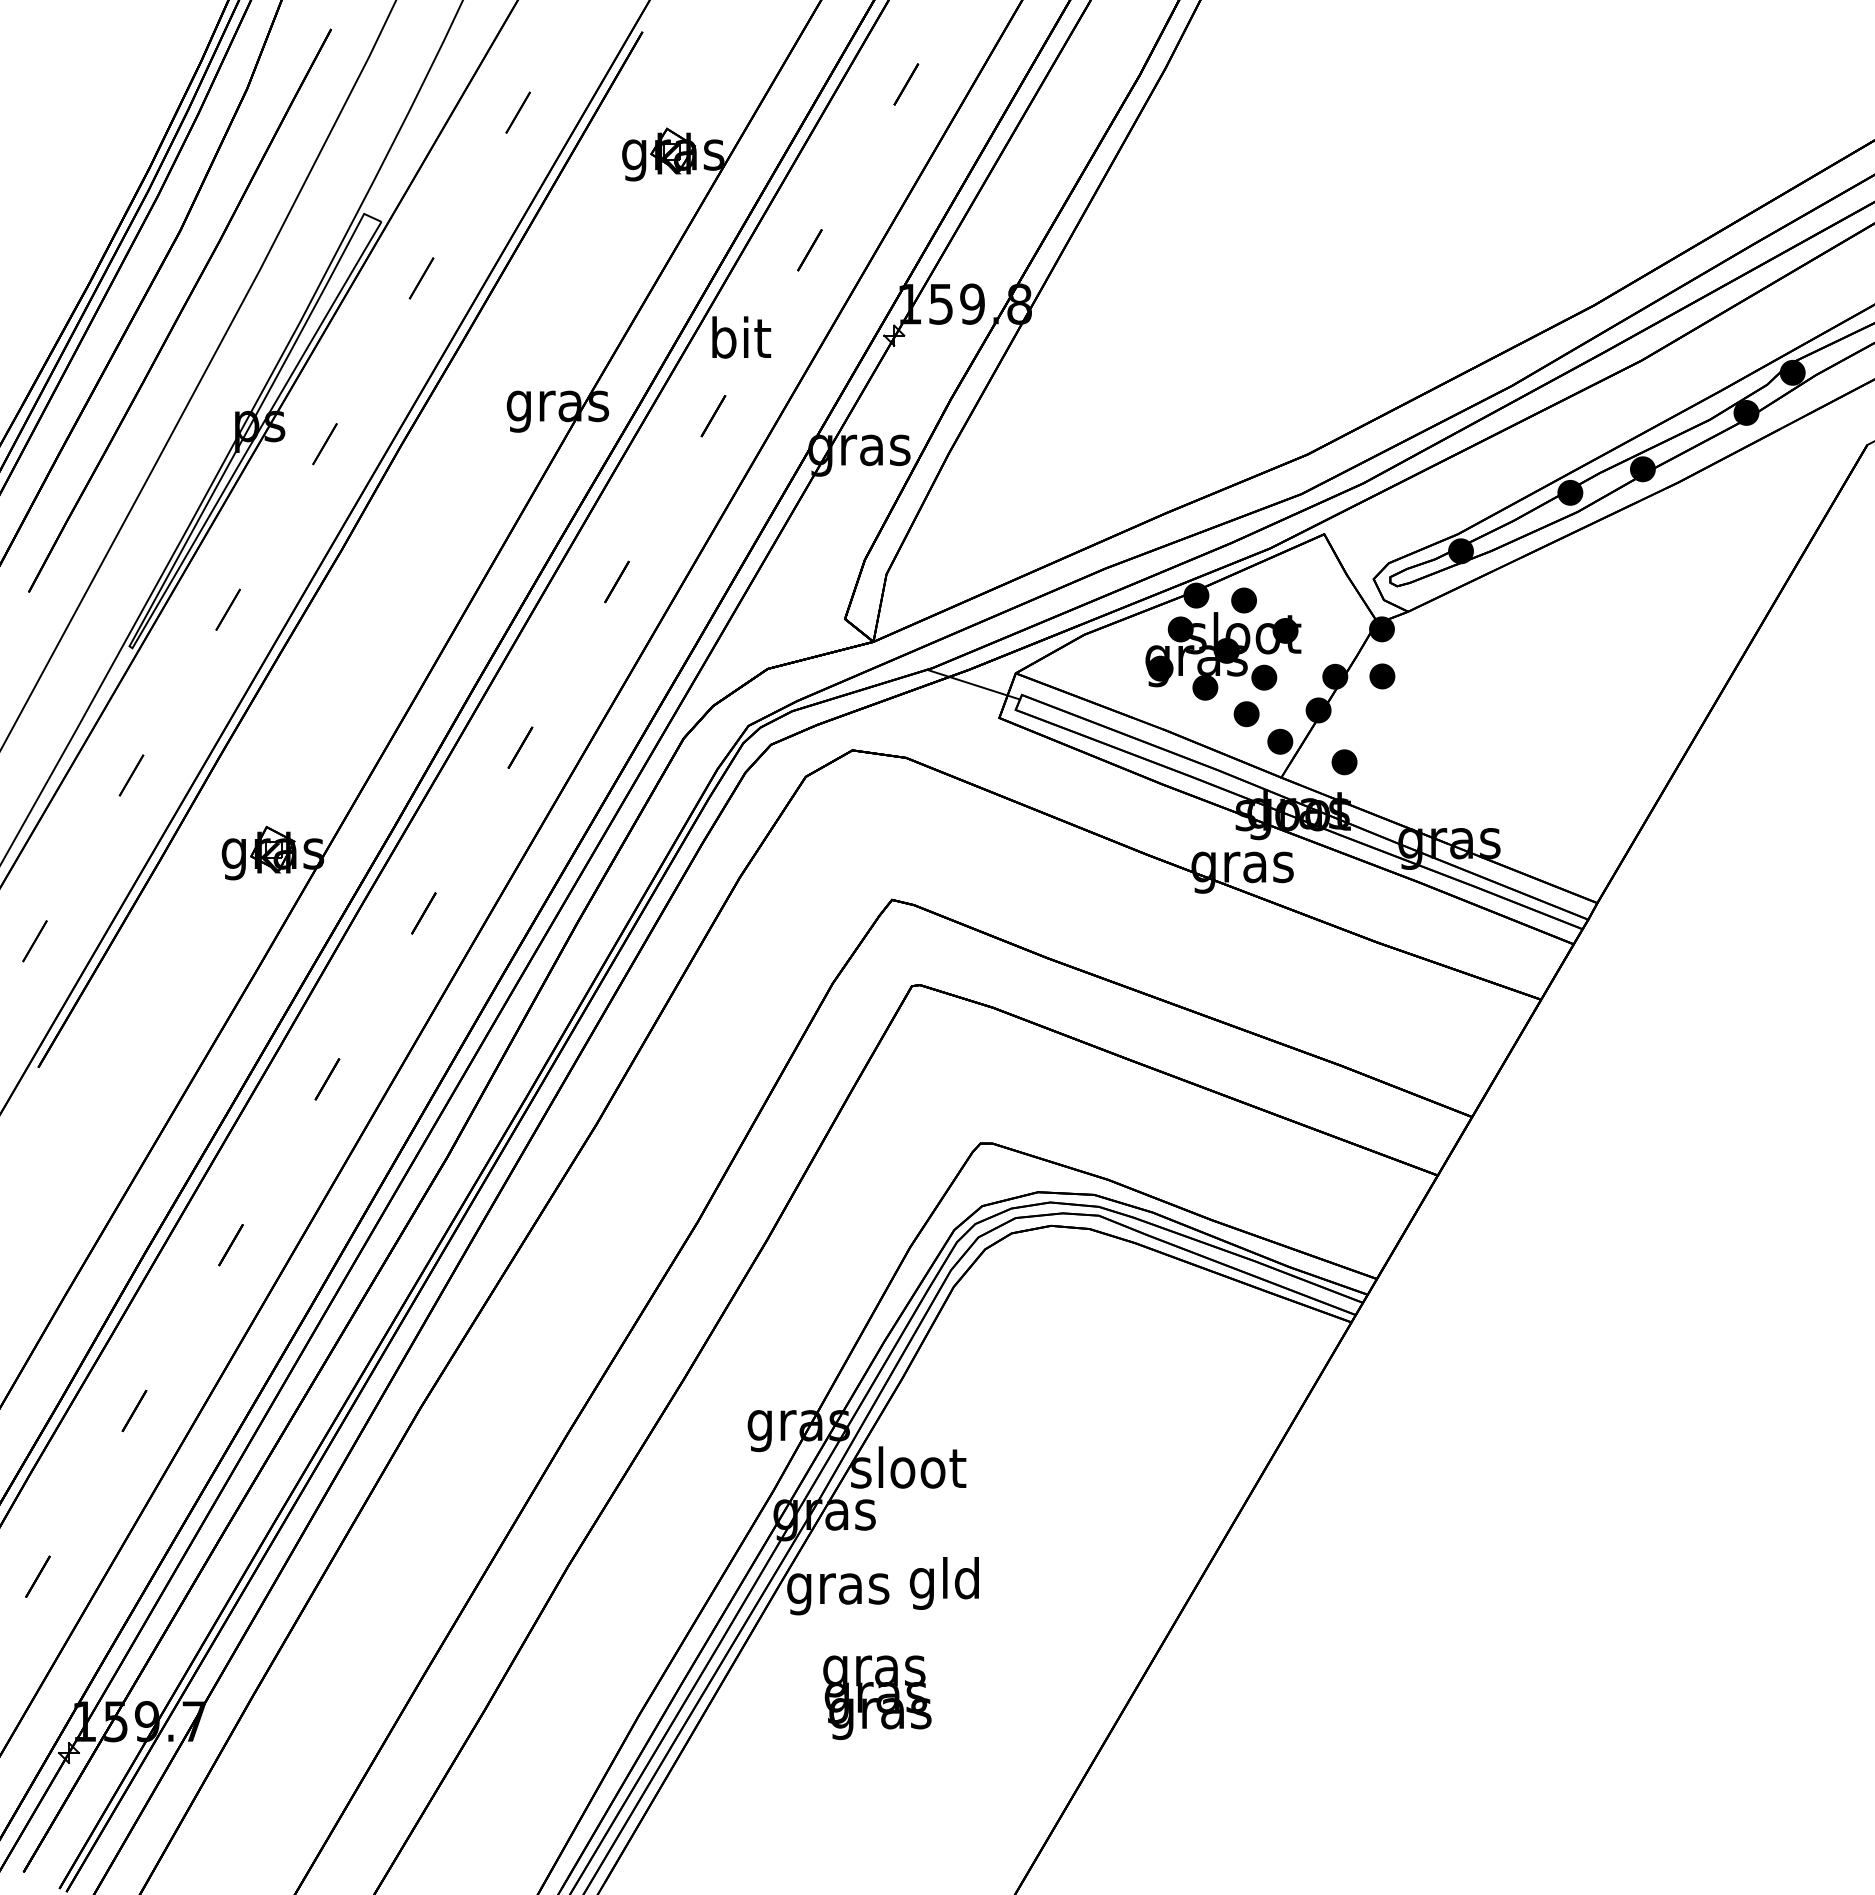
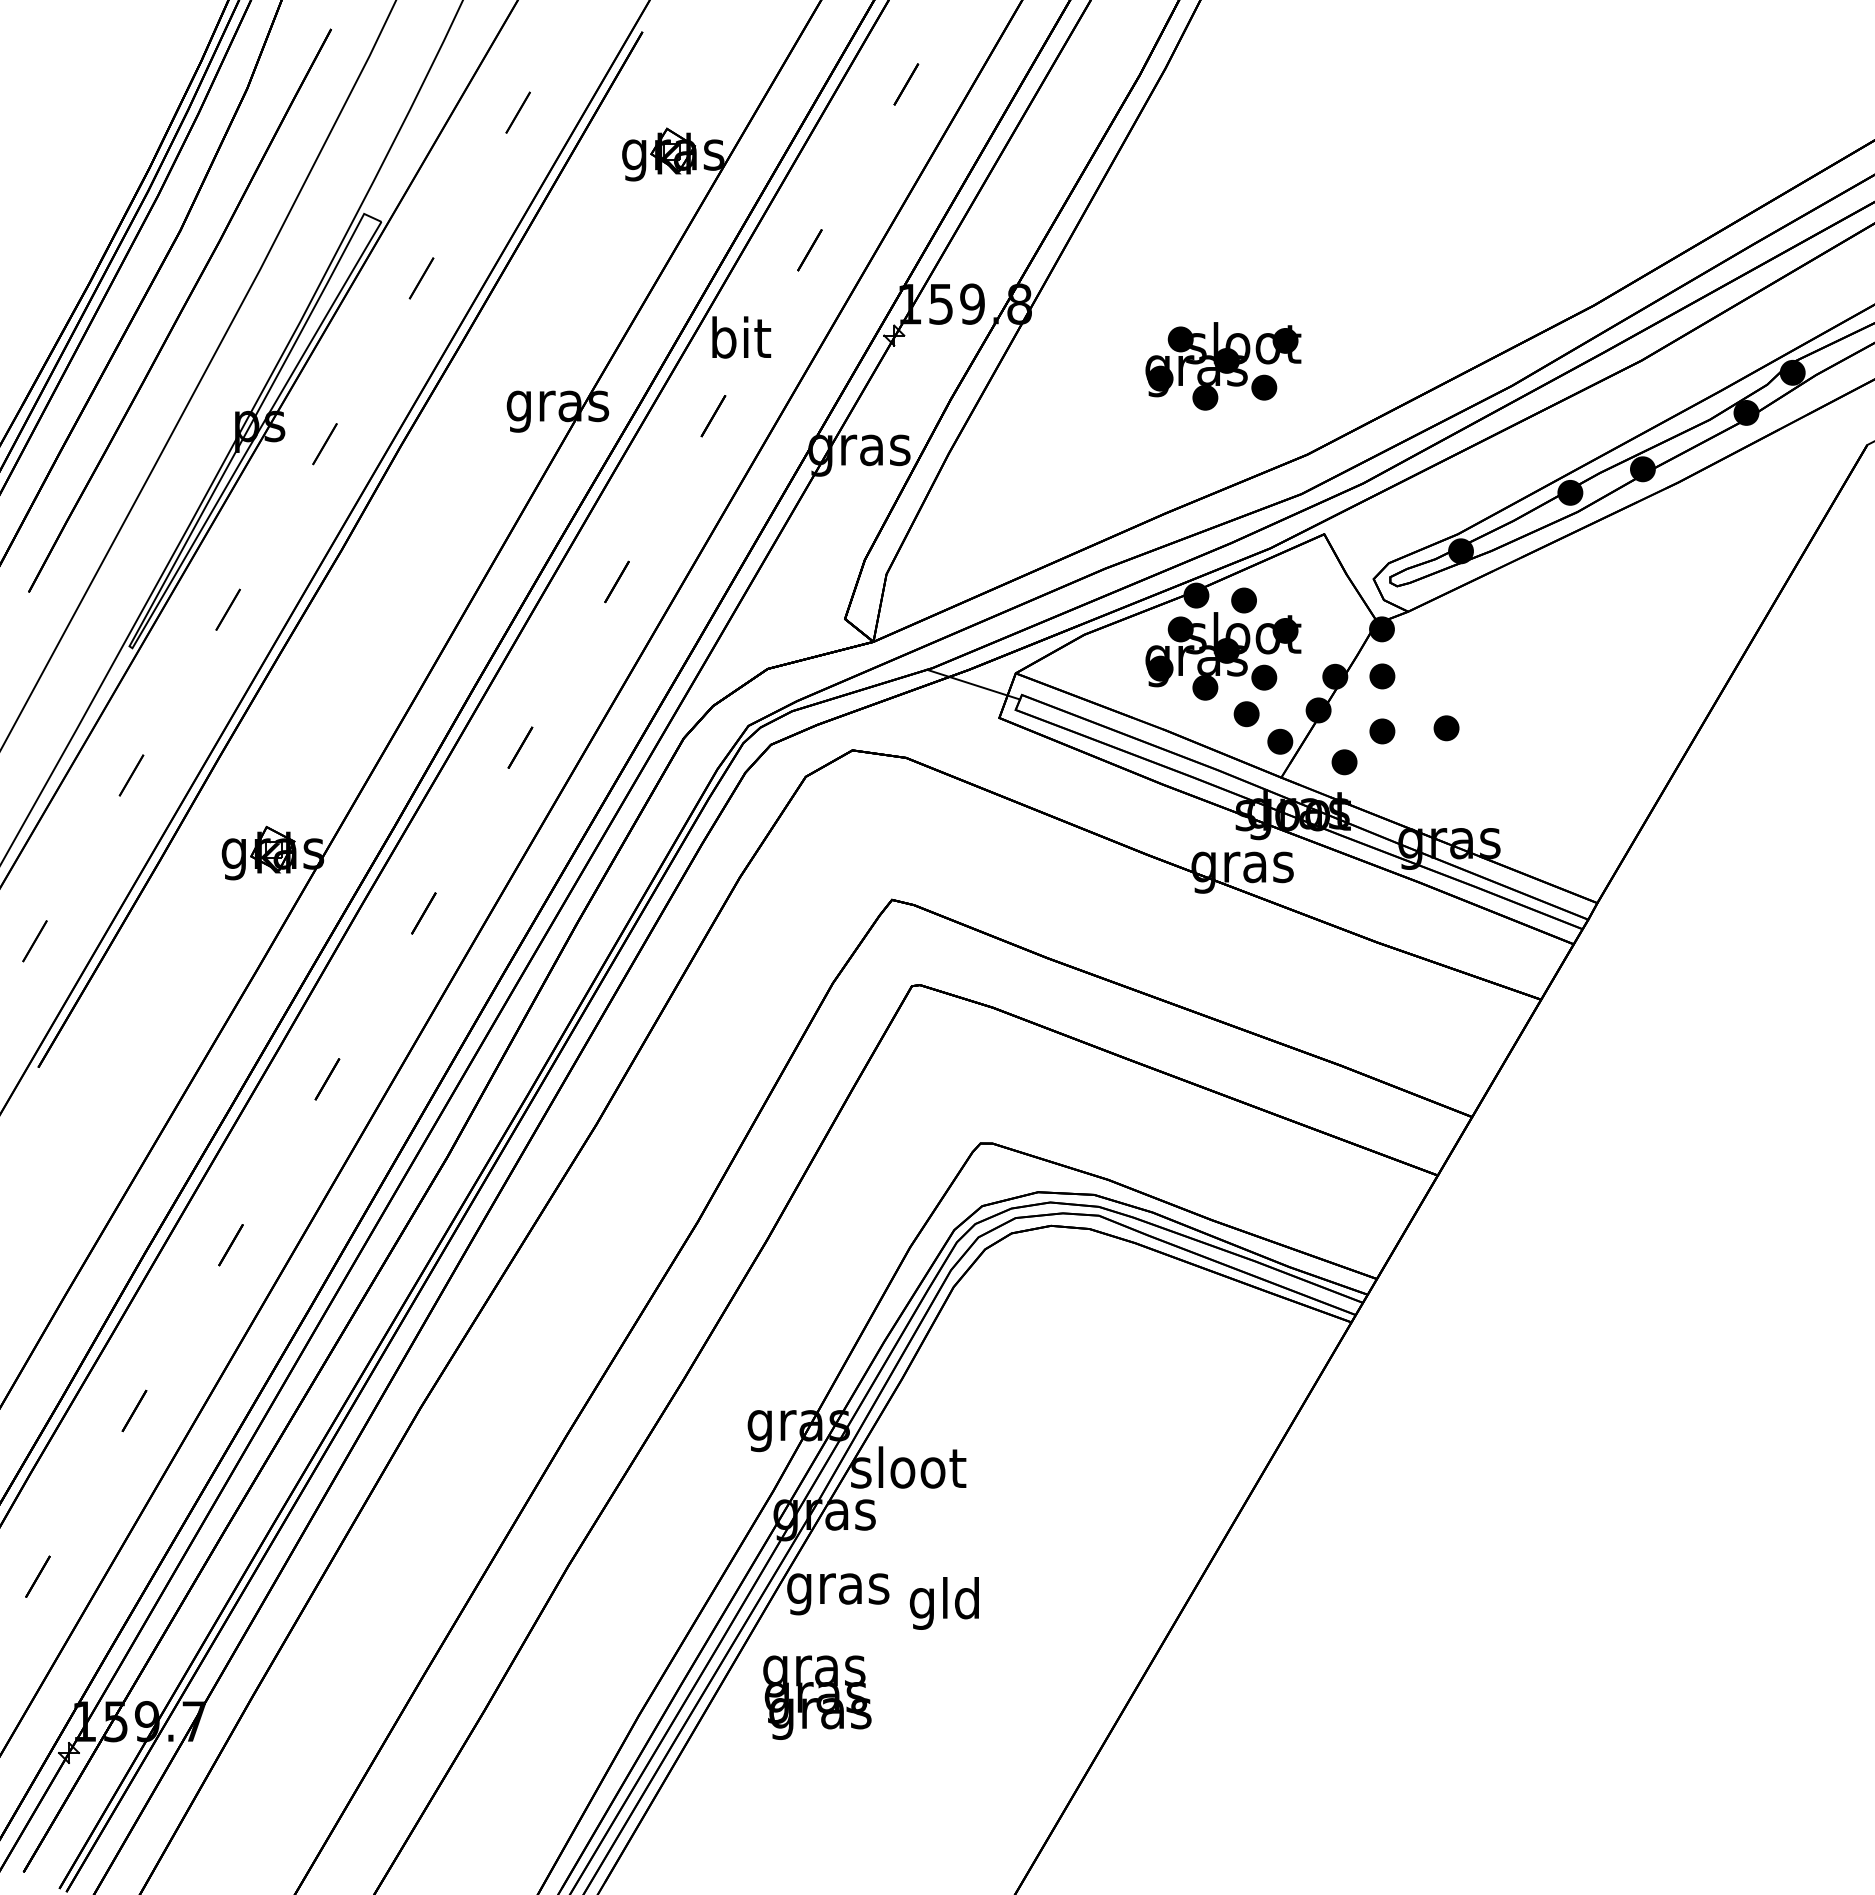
part at (1223, 366): none -> present
part at (1446, 728): none -> present
part at (1382, 731): none -> present
text at (943, 1583) position: (943, 1583) -> (943, 1603)
text at (877, 1697) position: (877, 1697) -> (817, 1697)
